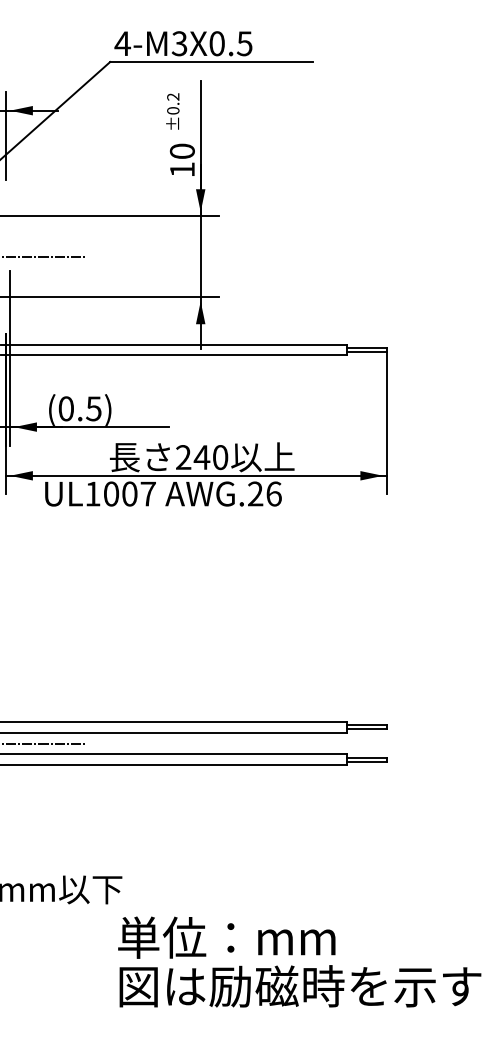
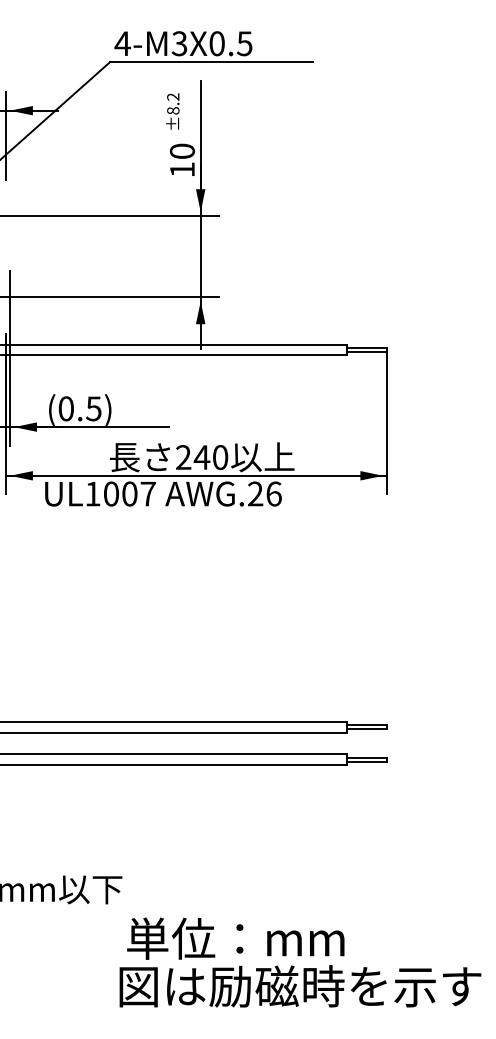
text at (173, 110): ±0.2 -> ±8.2
line at (44, 256): present -> none
line at (44, 743): present -> none
text at (226, 937) position: (226, 937) -> (235, 938)
